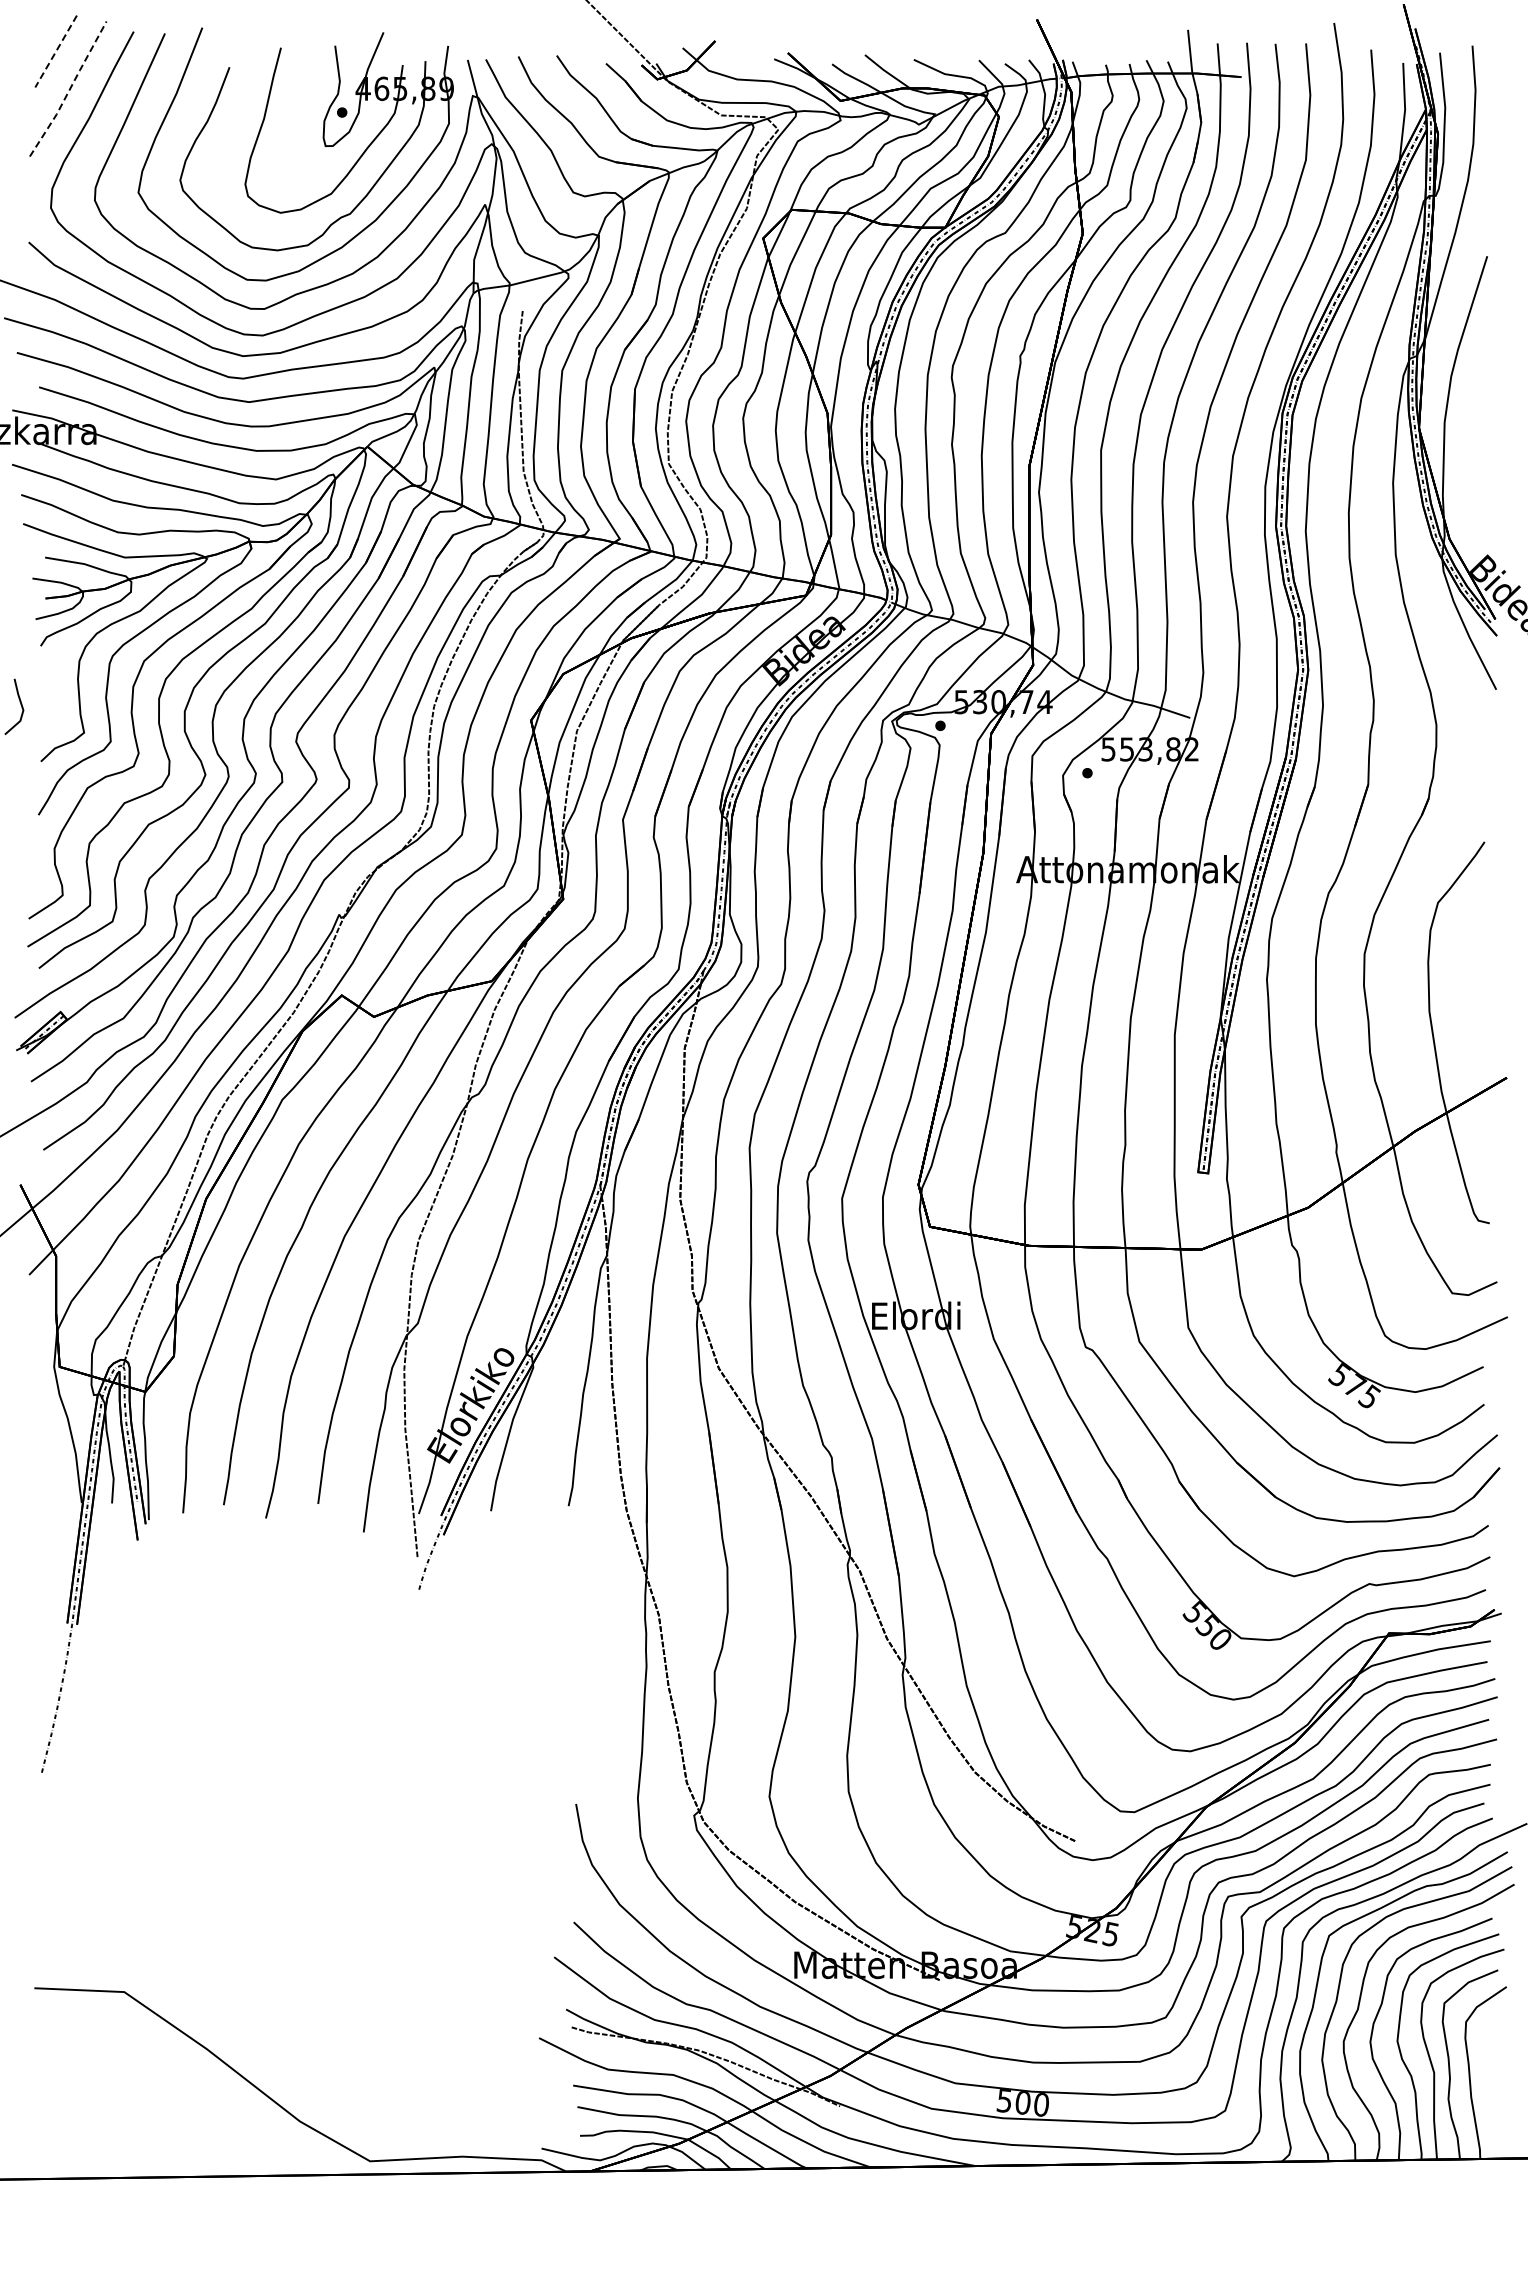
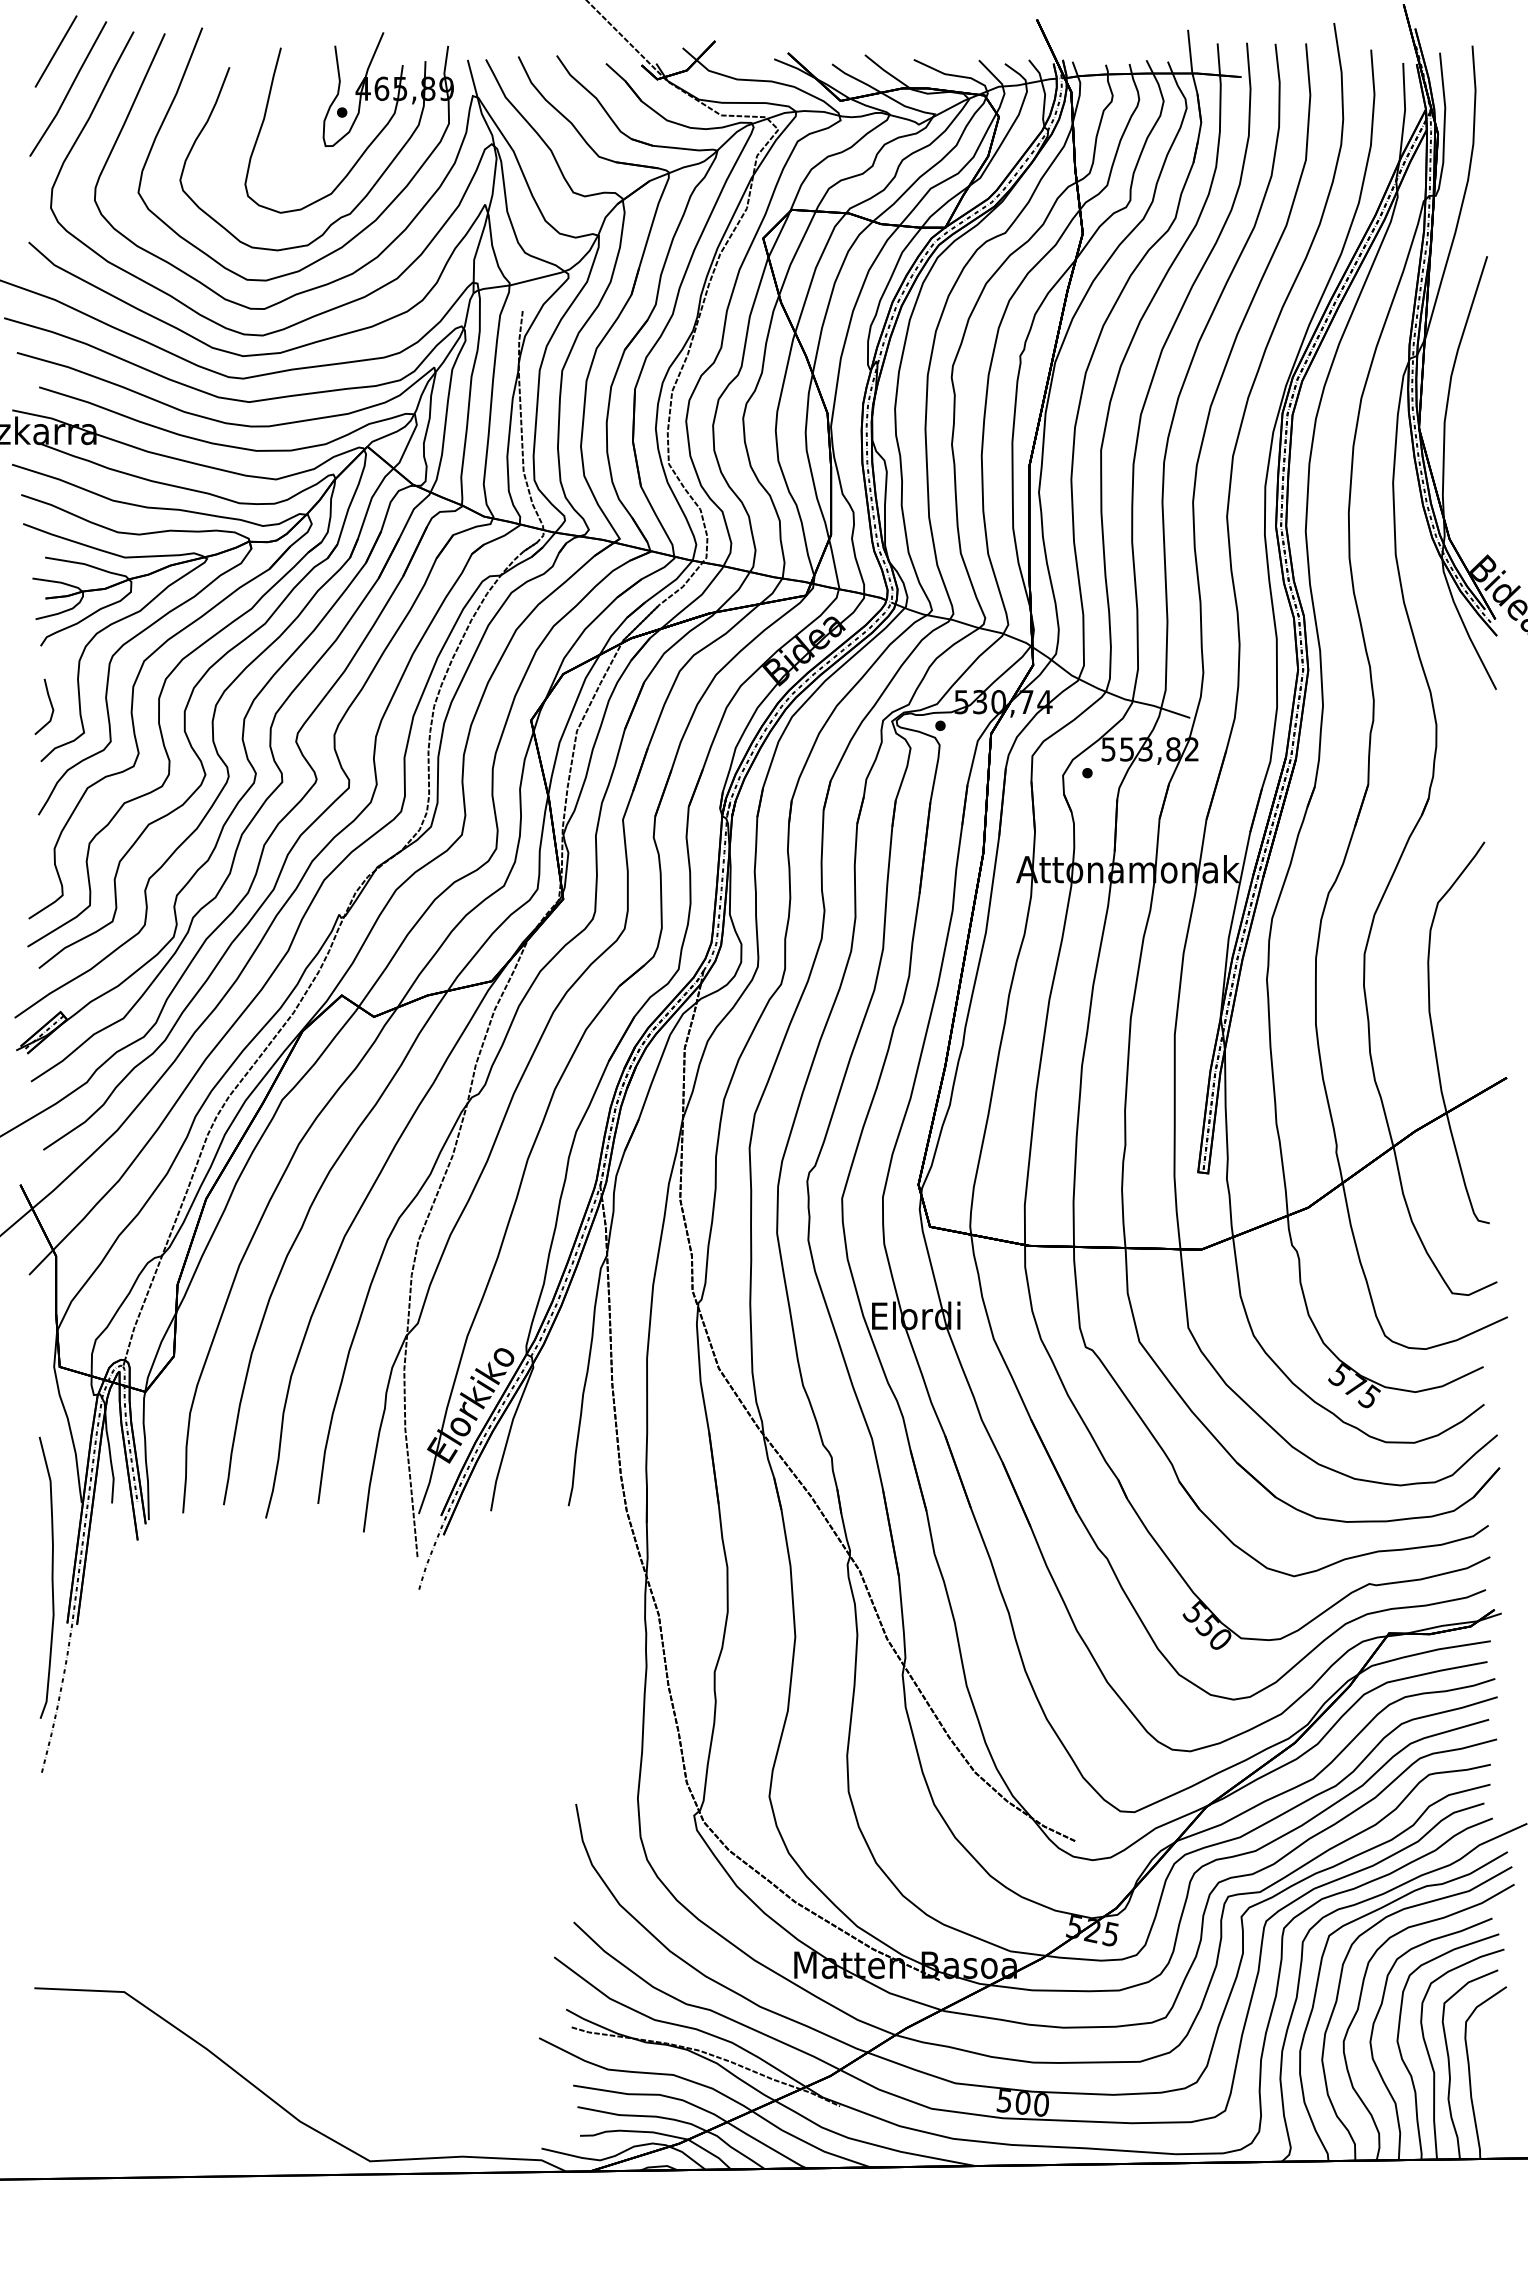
line at (56, 51): dashed -> solid
line at (69, 89): dashed -> solid
line at (20, 705) position: (20, 705) -> (50, 705)
curve at (51, 1577): none -> present
